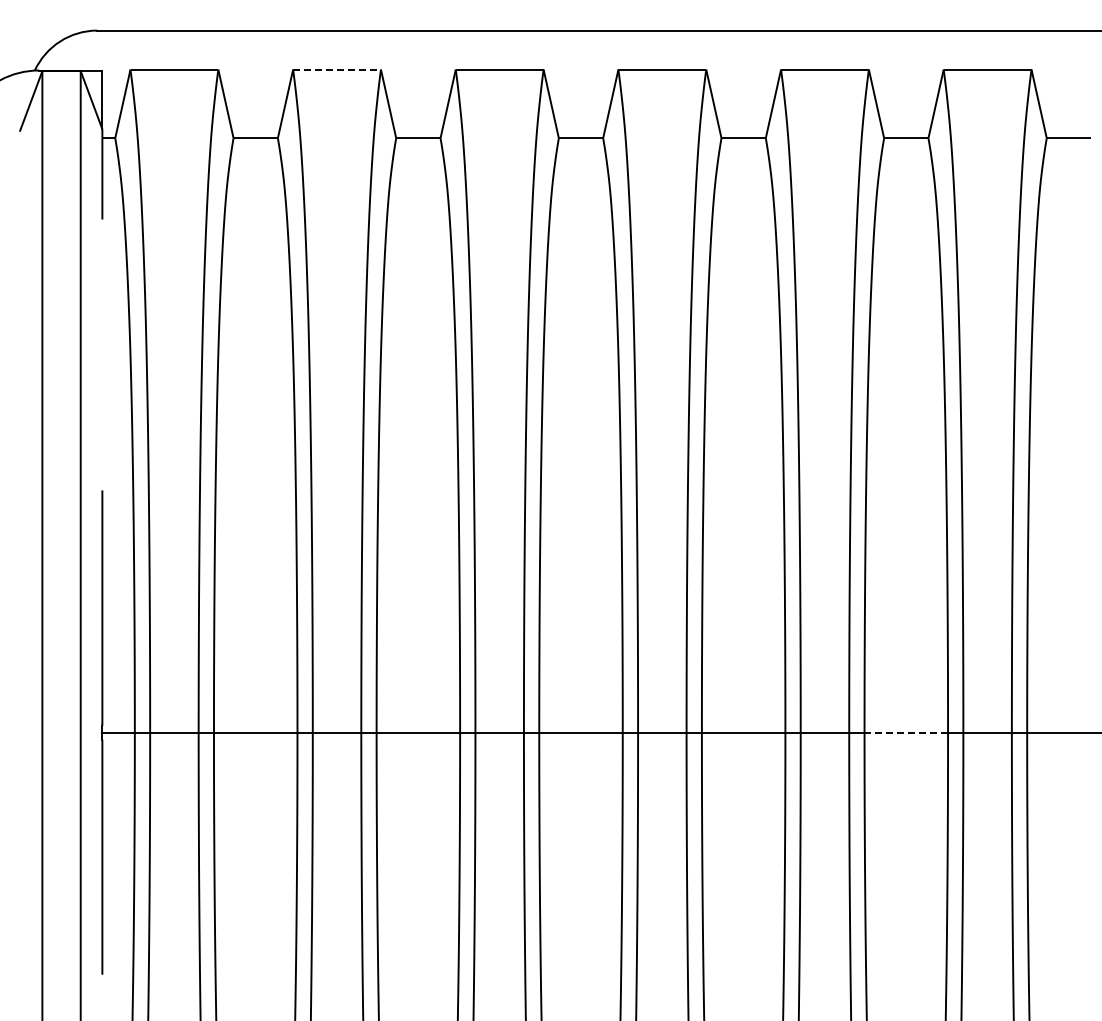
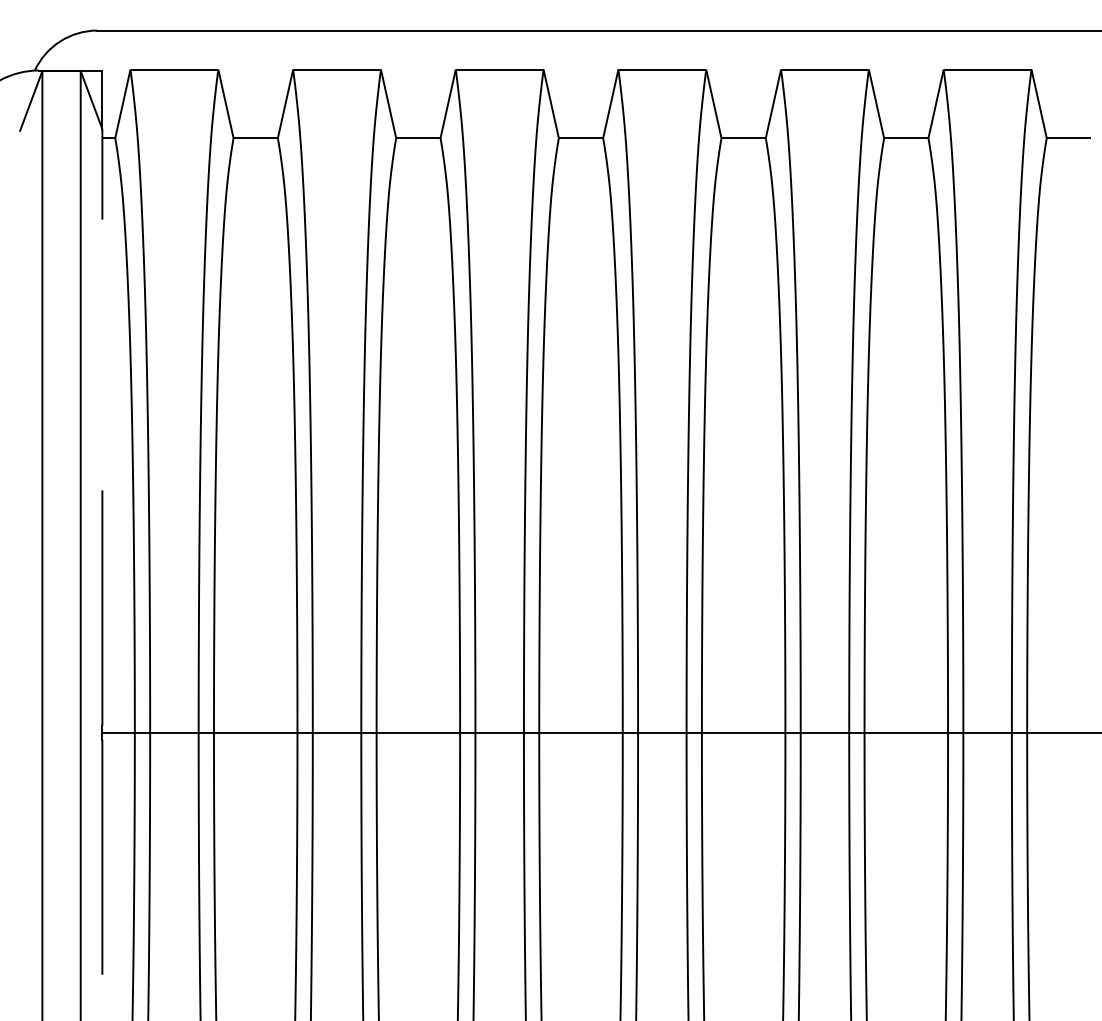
line at (336, 69): dashed -> solid
line at (906, 732): dashed -> solid
